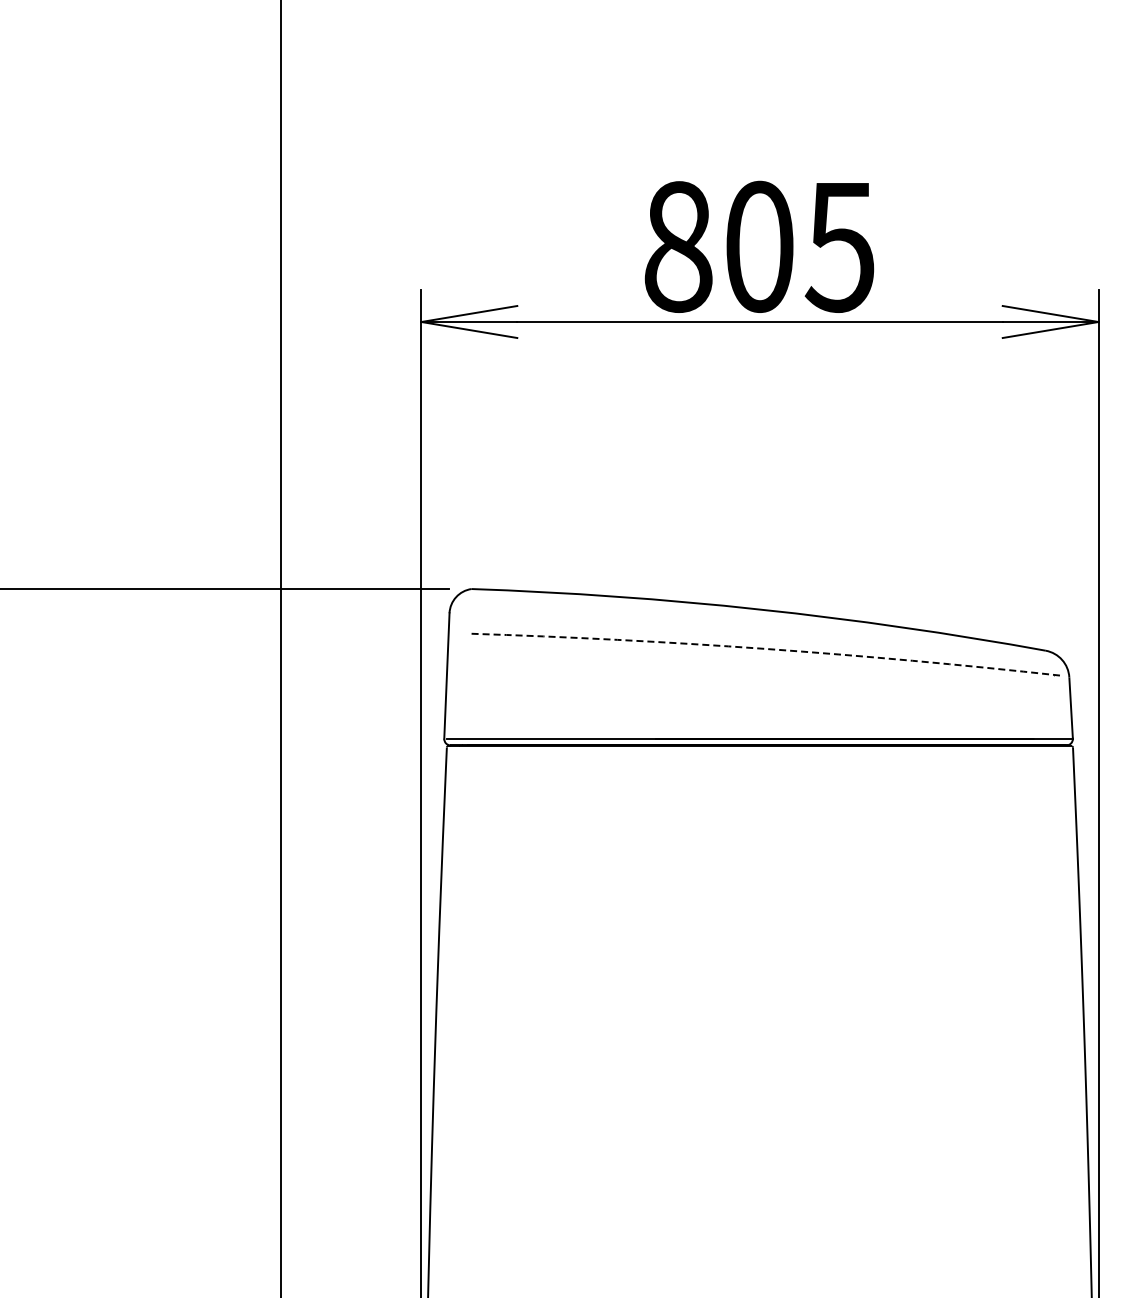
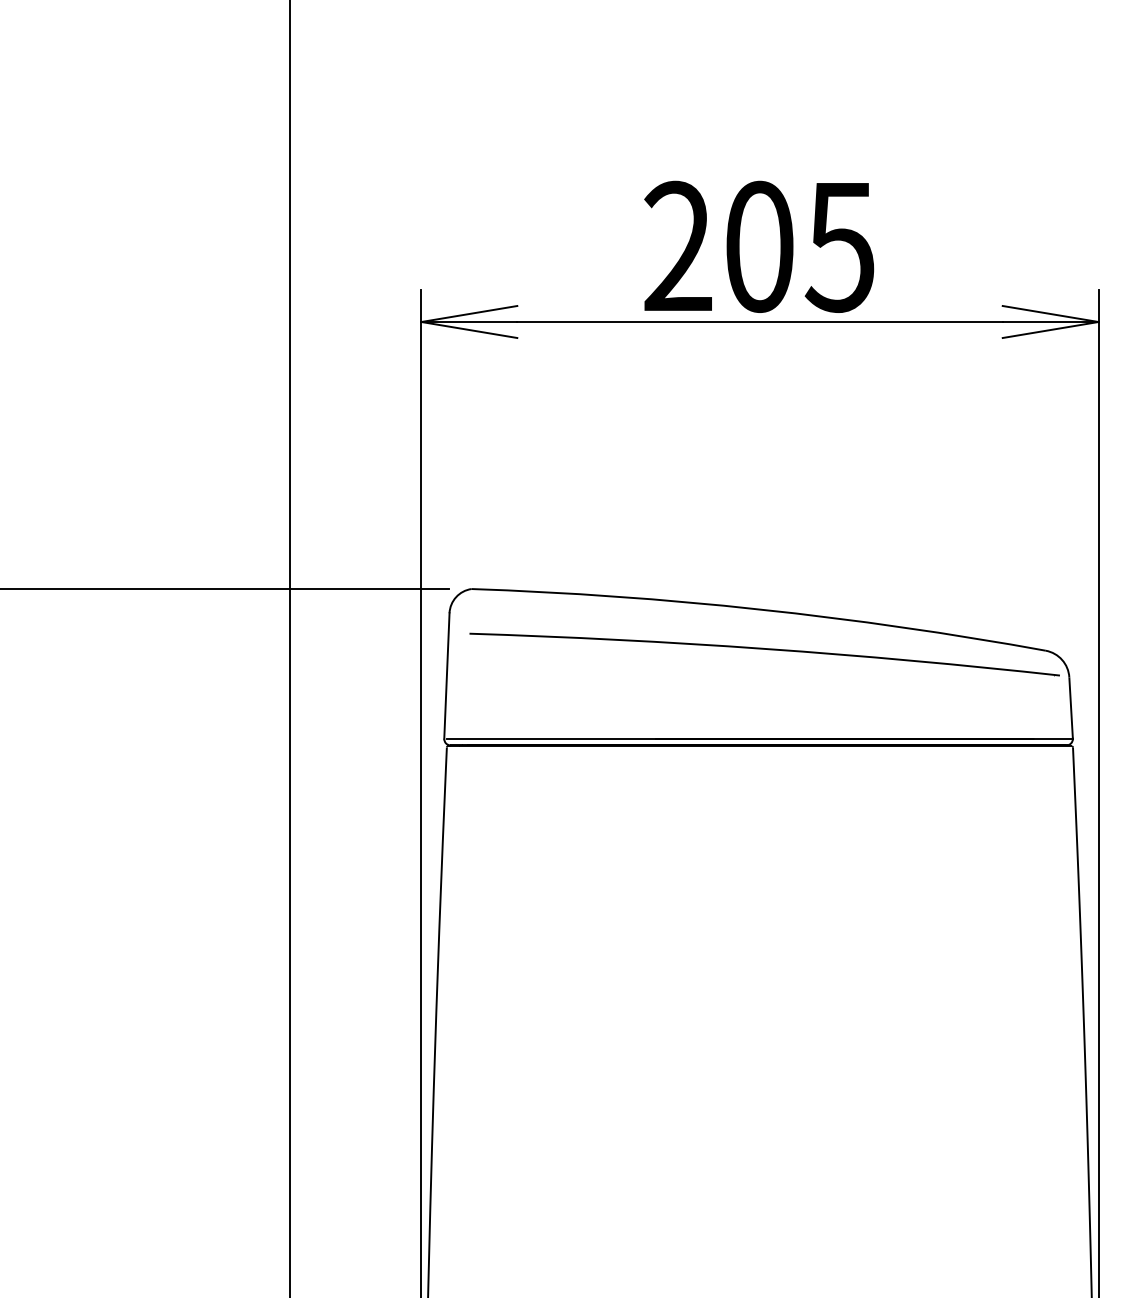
text at (678, 246): 805 -> 205
line at (281, 648) position: (281, 648) -> (290, 648)
arc at (765, 648): dashed -> solid
